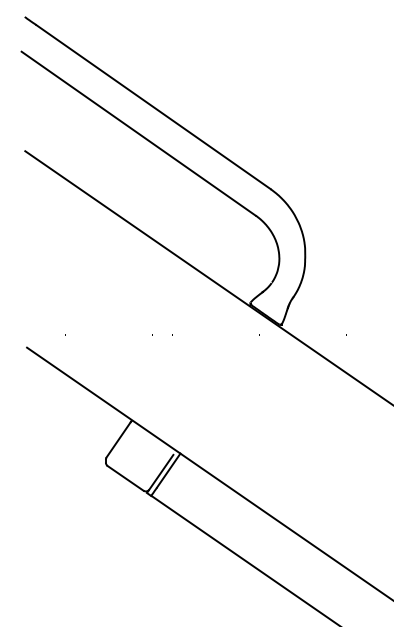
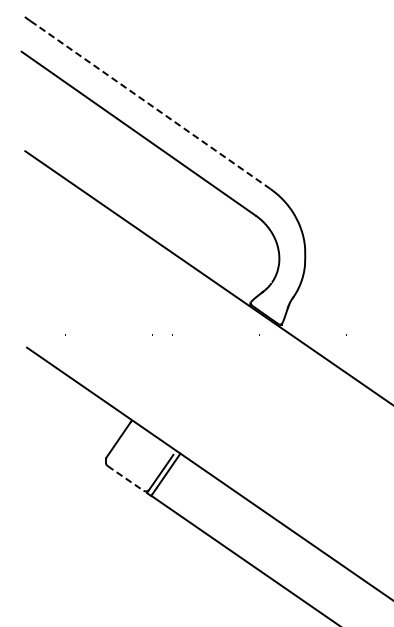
line at (153, 107): solid -> dashed
line at (125, 478): solid -> dashed
